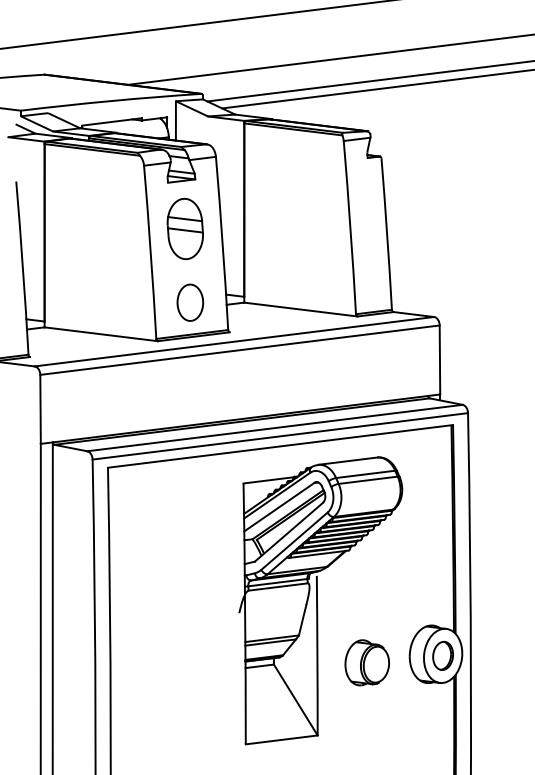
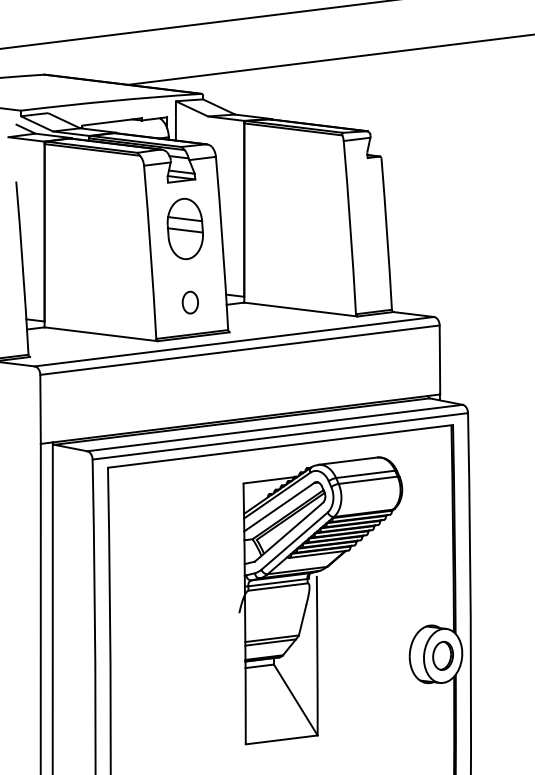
line at (369, 81): present -> none
line at (376, 89): present -> none
part at (190, 302) size: 29x39 px -> 18x25 px
part at (366, 662): present -> none
